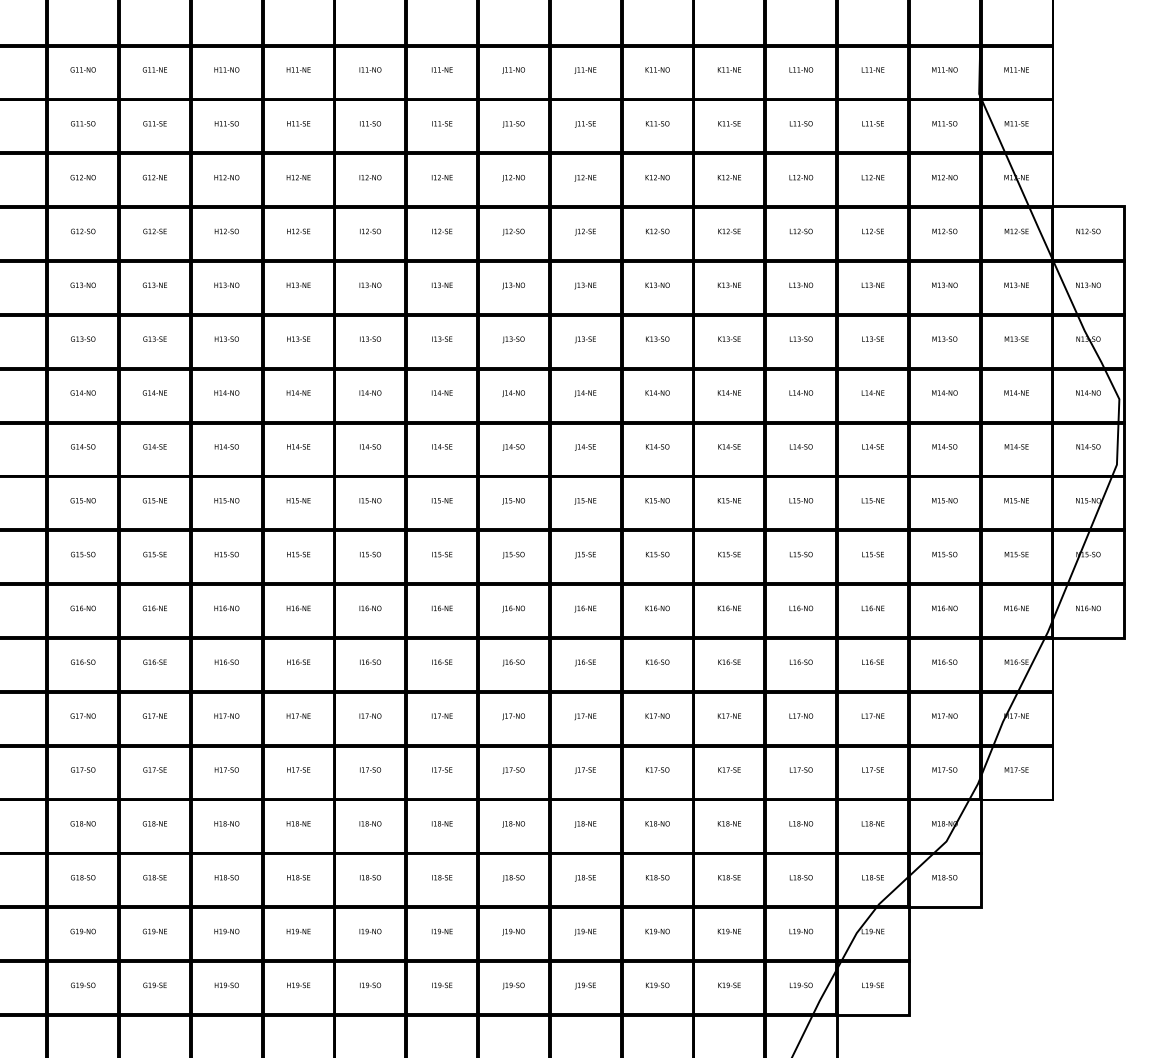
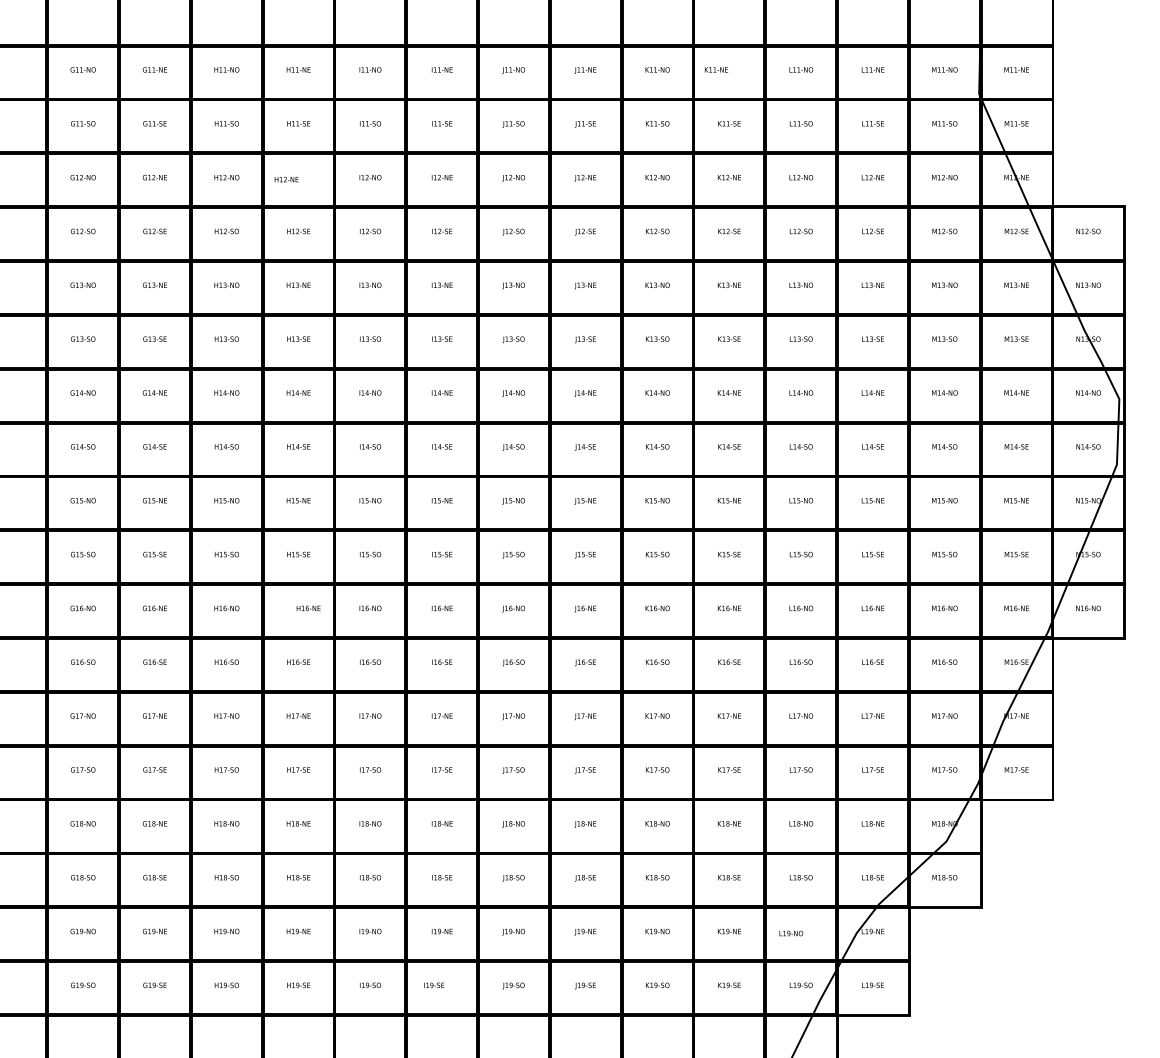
text at (728, 69) position: (728, 69) -> (715, 69)
text at (298, 177) position: (298, 177) -> (286, 179)
text at (298, 608) position: (298, 608) -> (308, 608)
text at (801, 931) position: (801, 931) -> (791, 933)
text at (442, 985) position: (442, 985) -> (434, 985)
